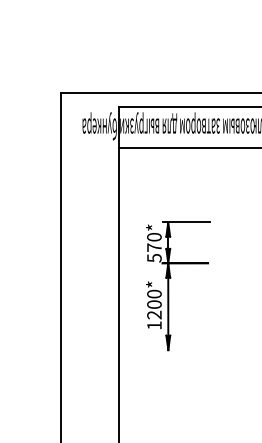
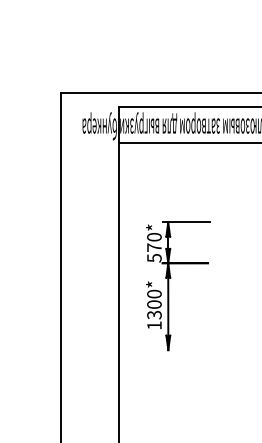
line at (188, 147) position: (188, 147) -> (188, 142)
text at (154, 314): 1200* -> 1300*
